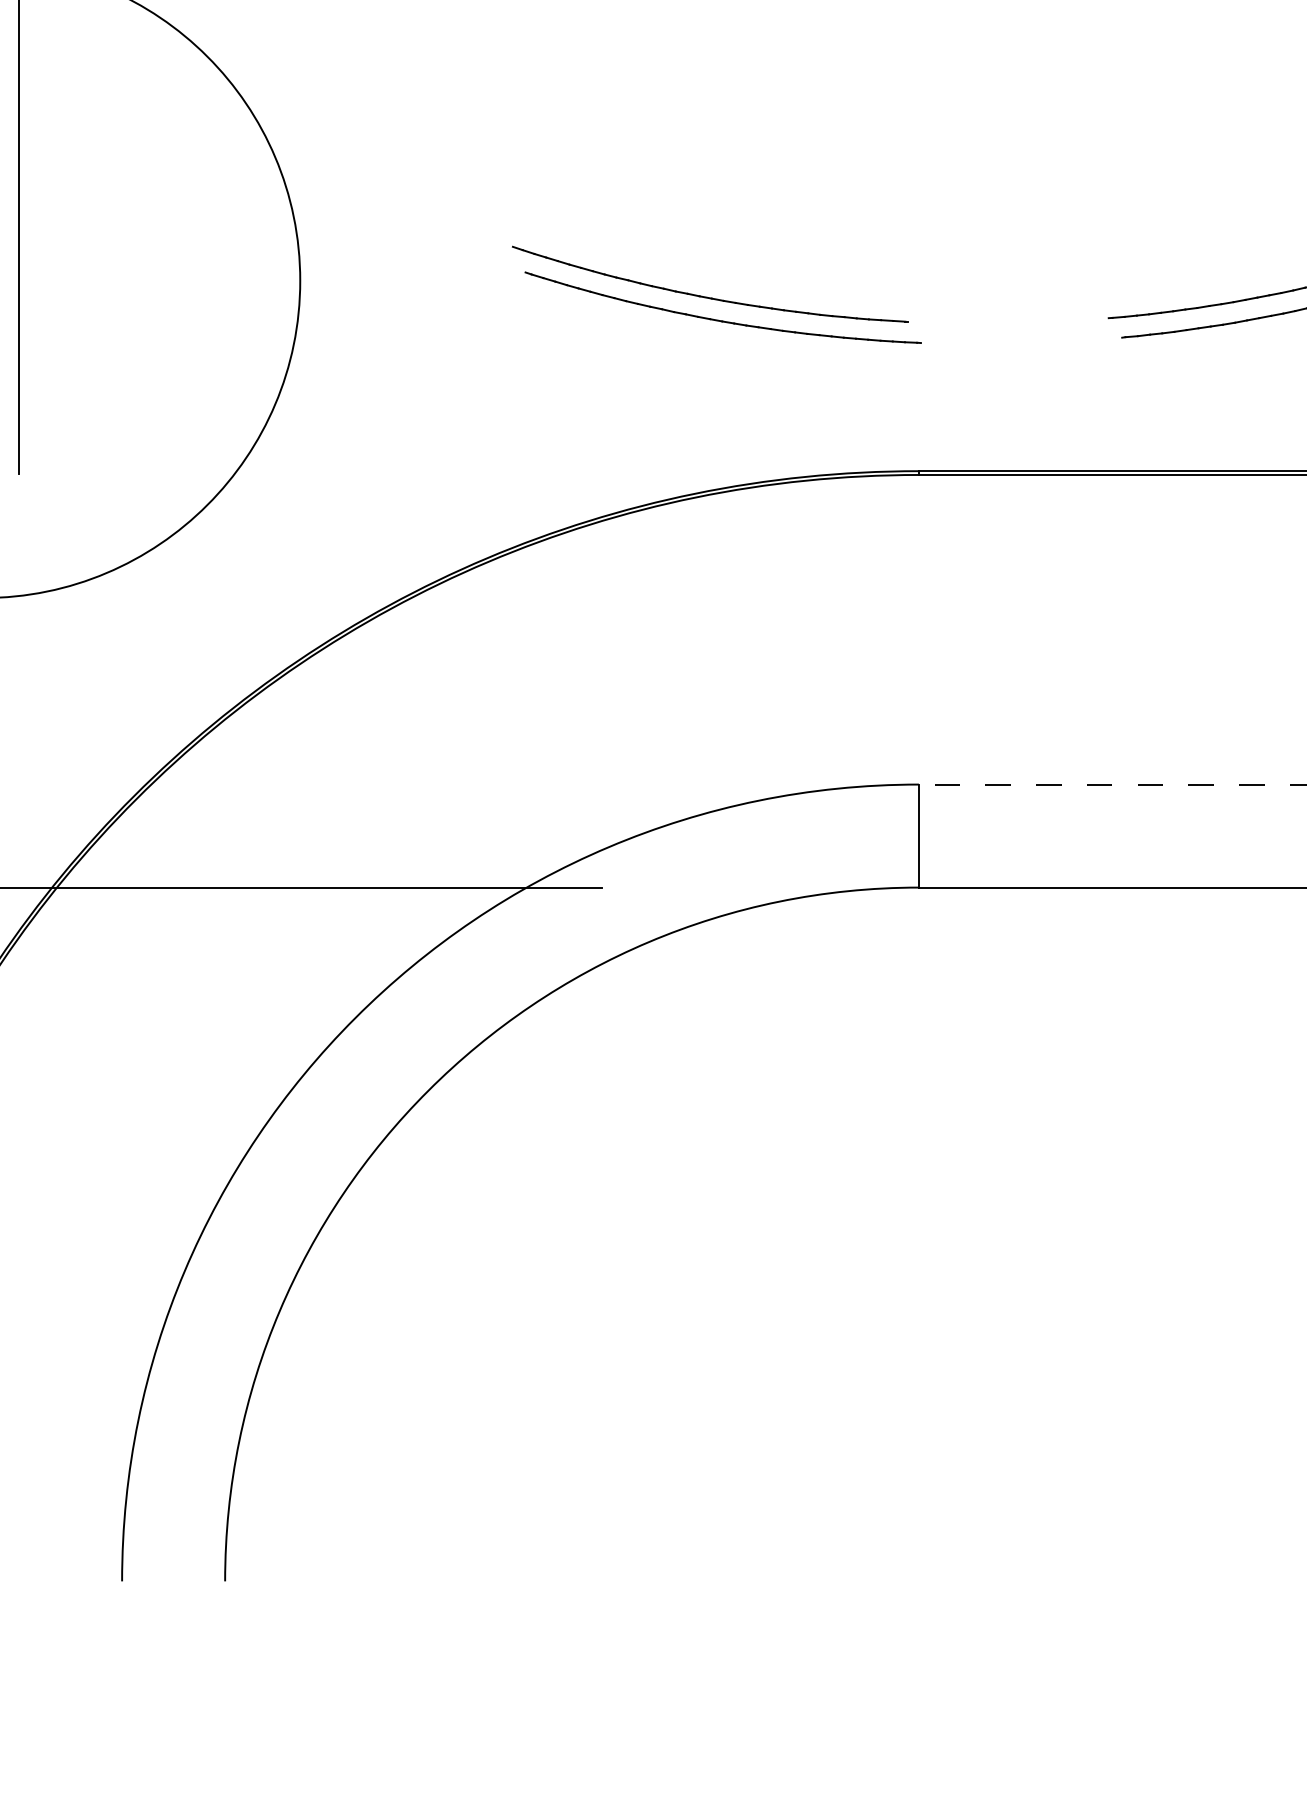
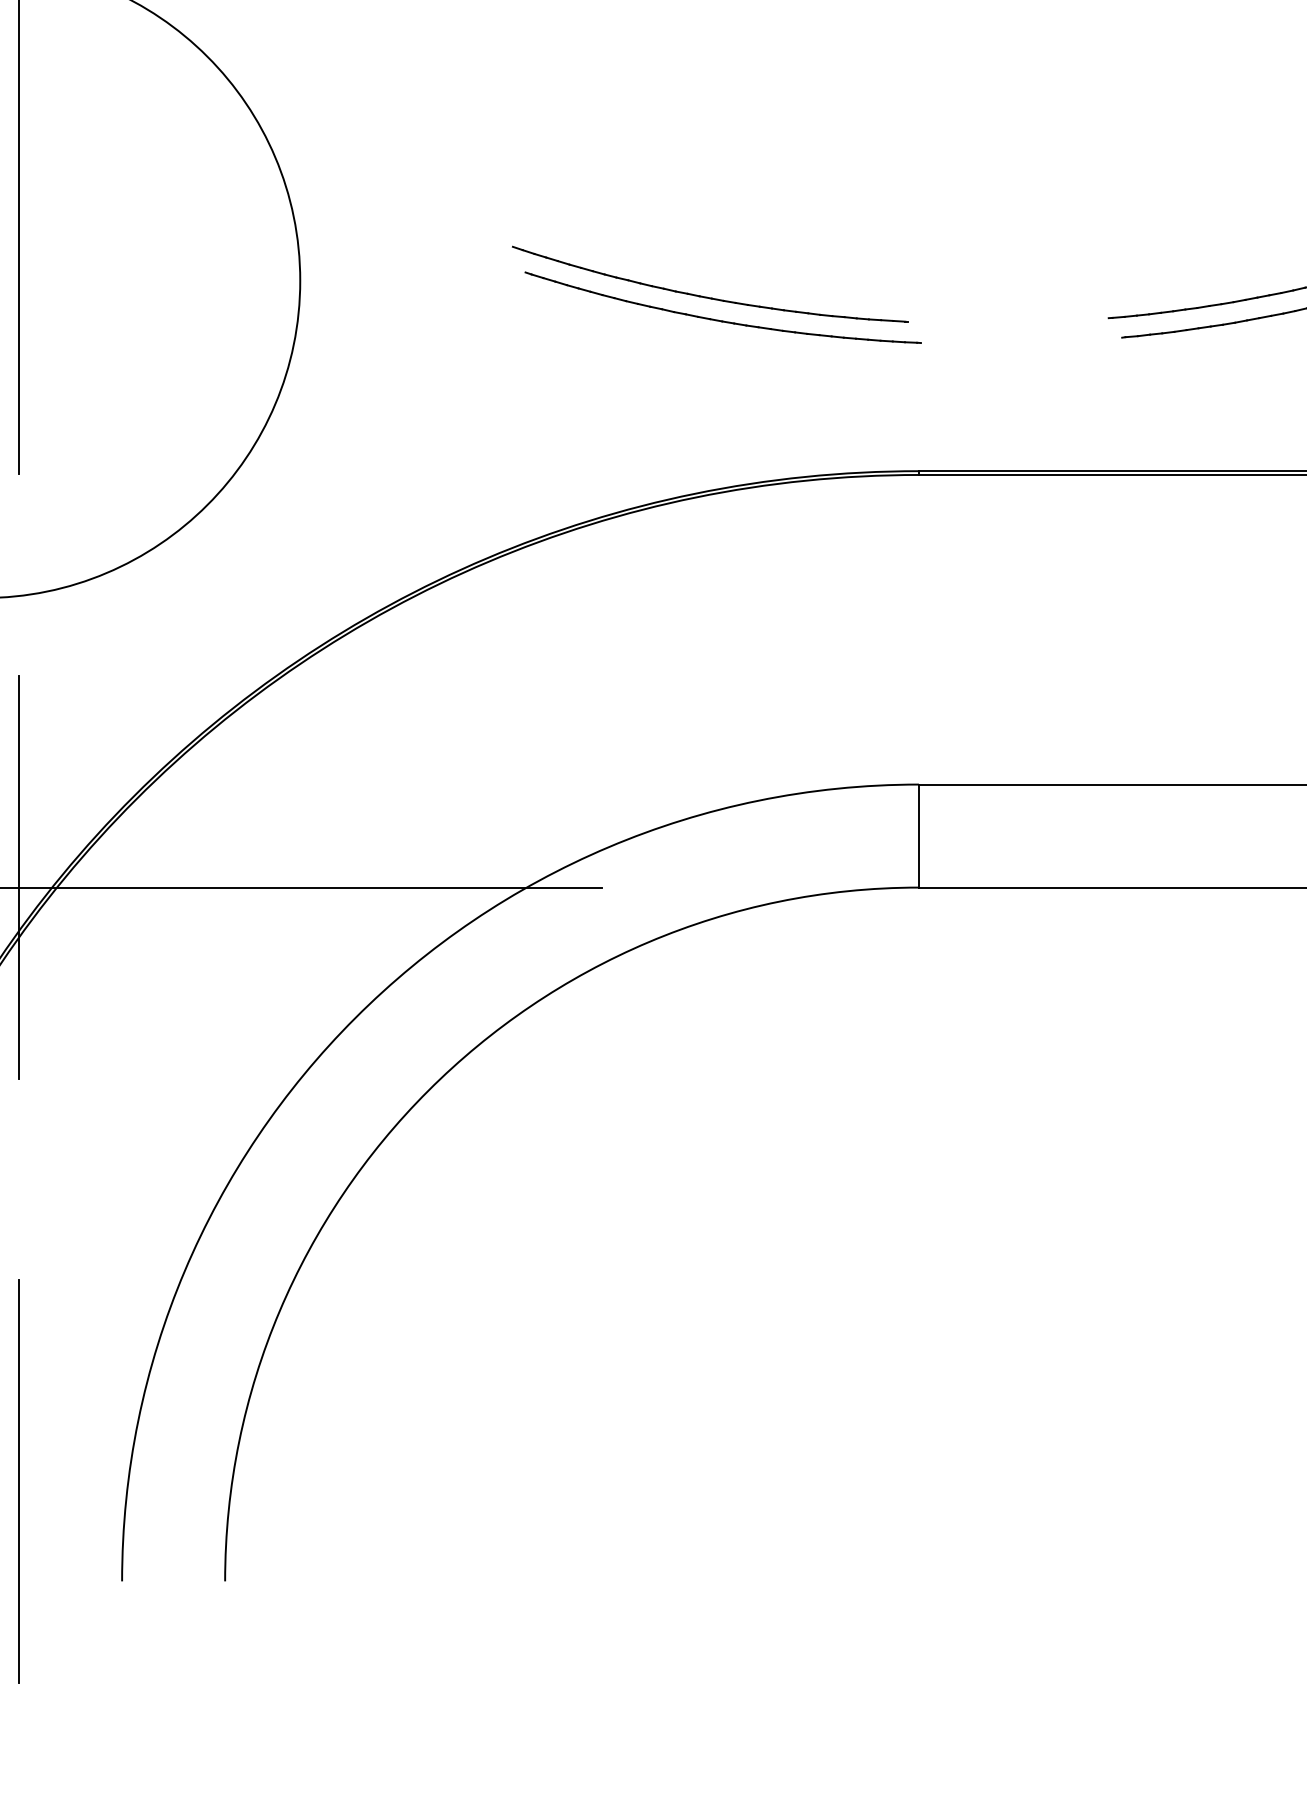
line at (1112, 784): dashed -> solid
line at (19, 876): none -> present
line at (19, 1481): none -> present
